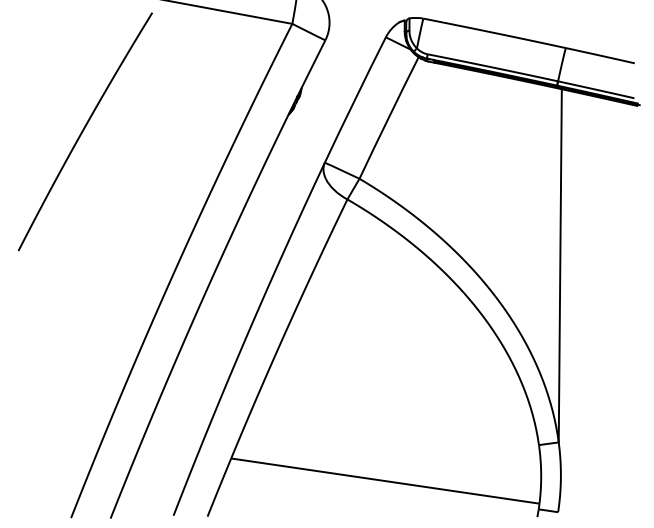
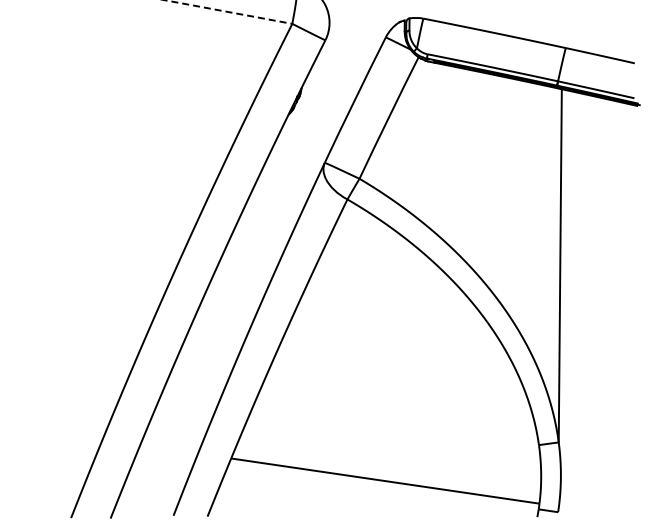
line at (228, 12): solid -> dashed
curve at (84, 130): present -> none
